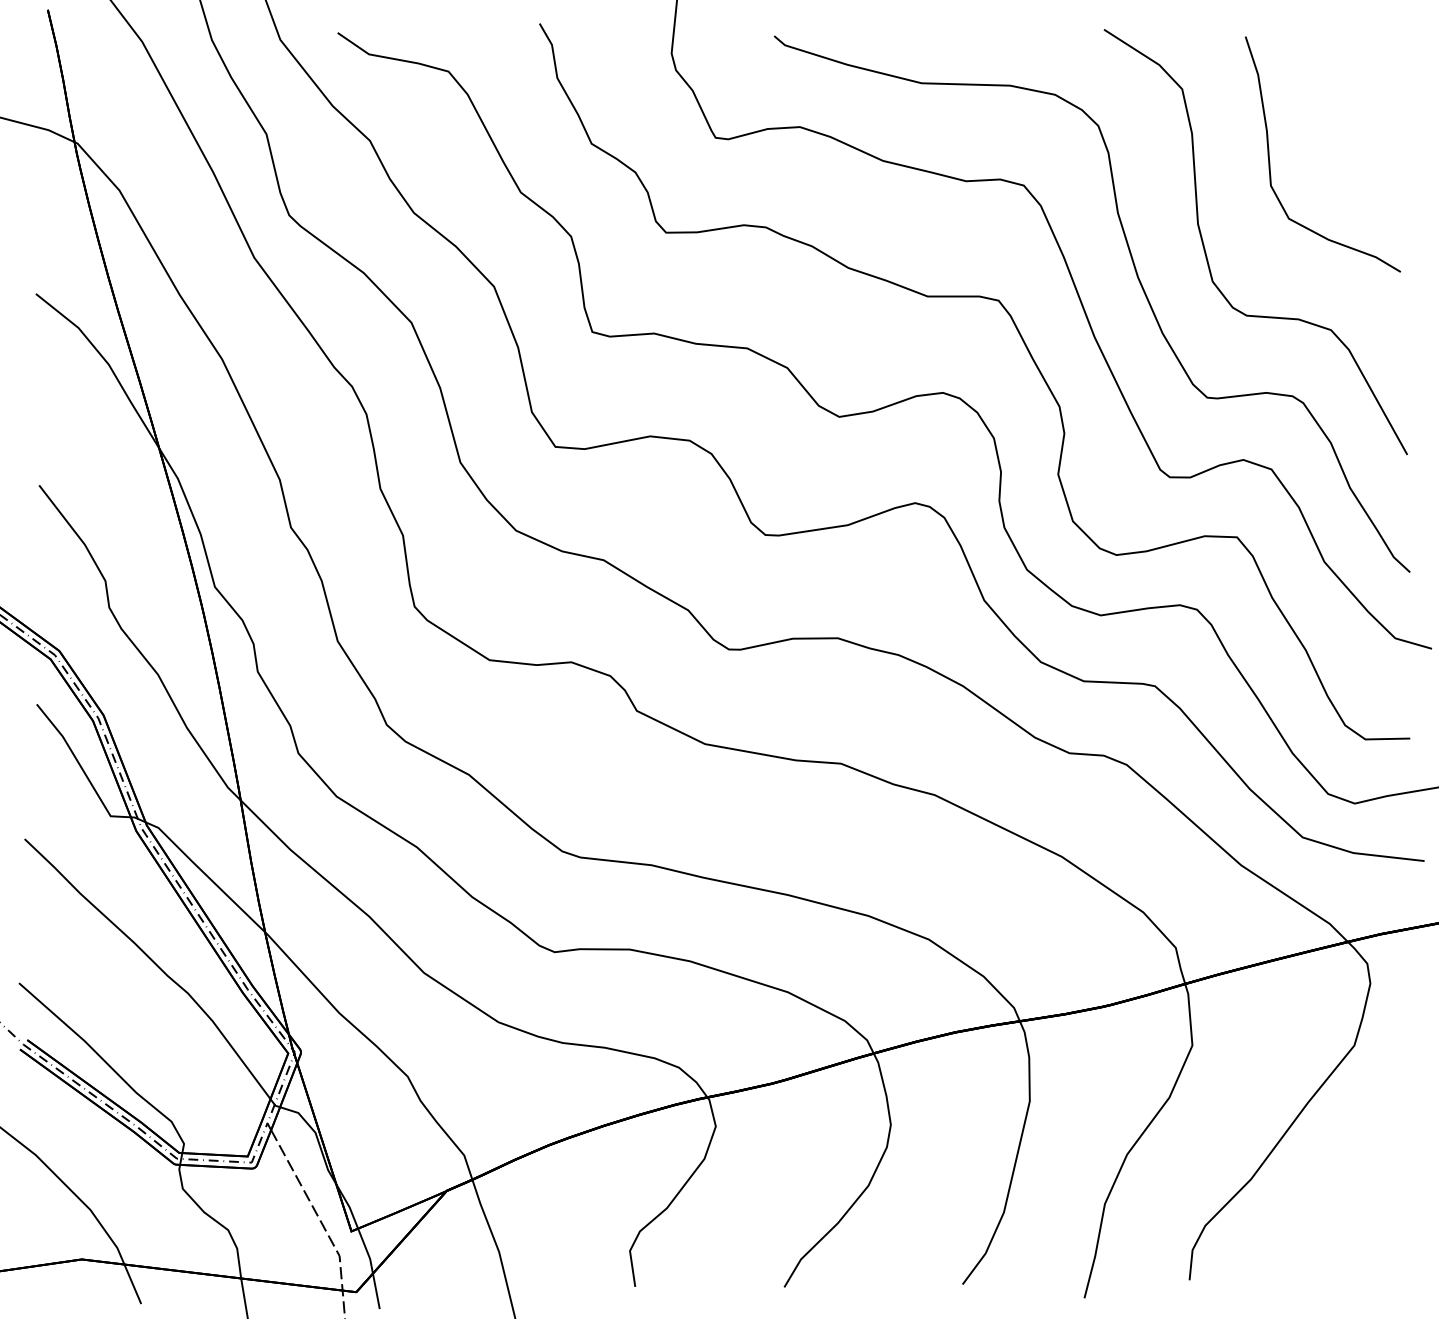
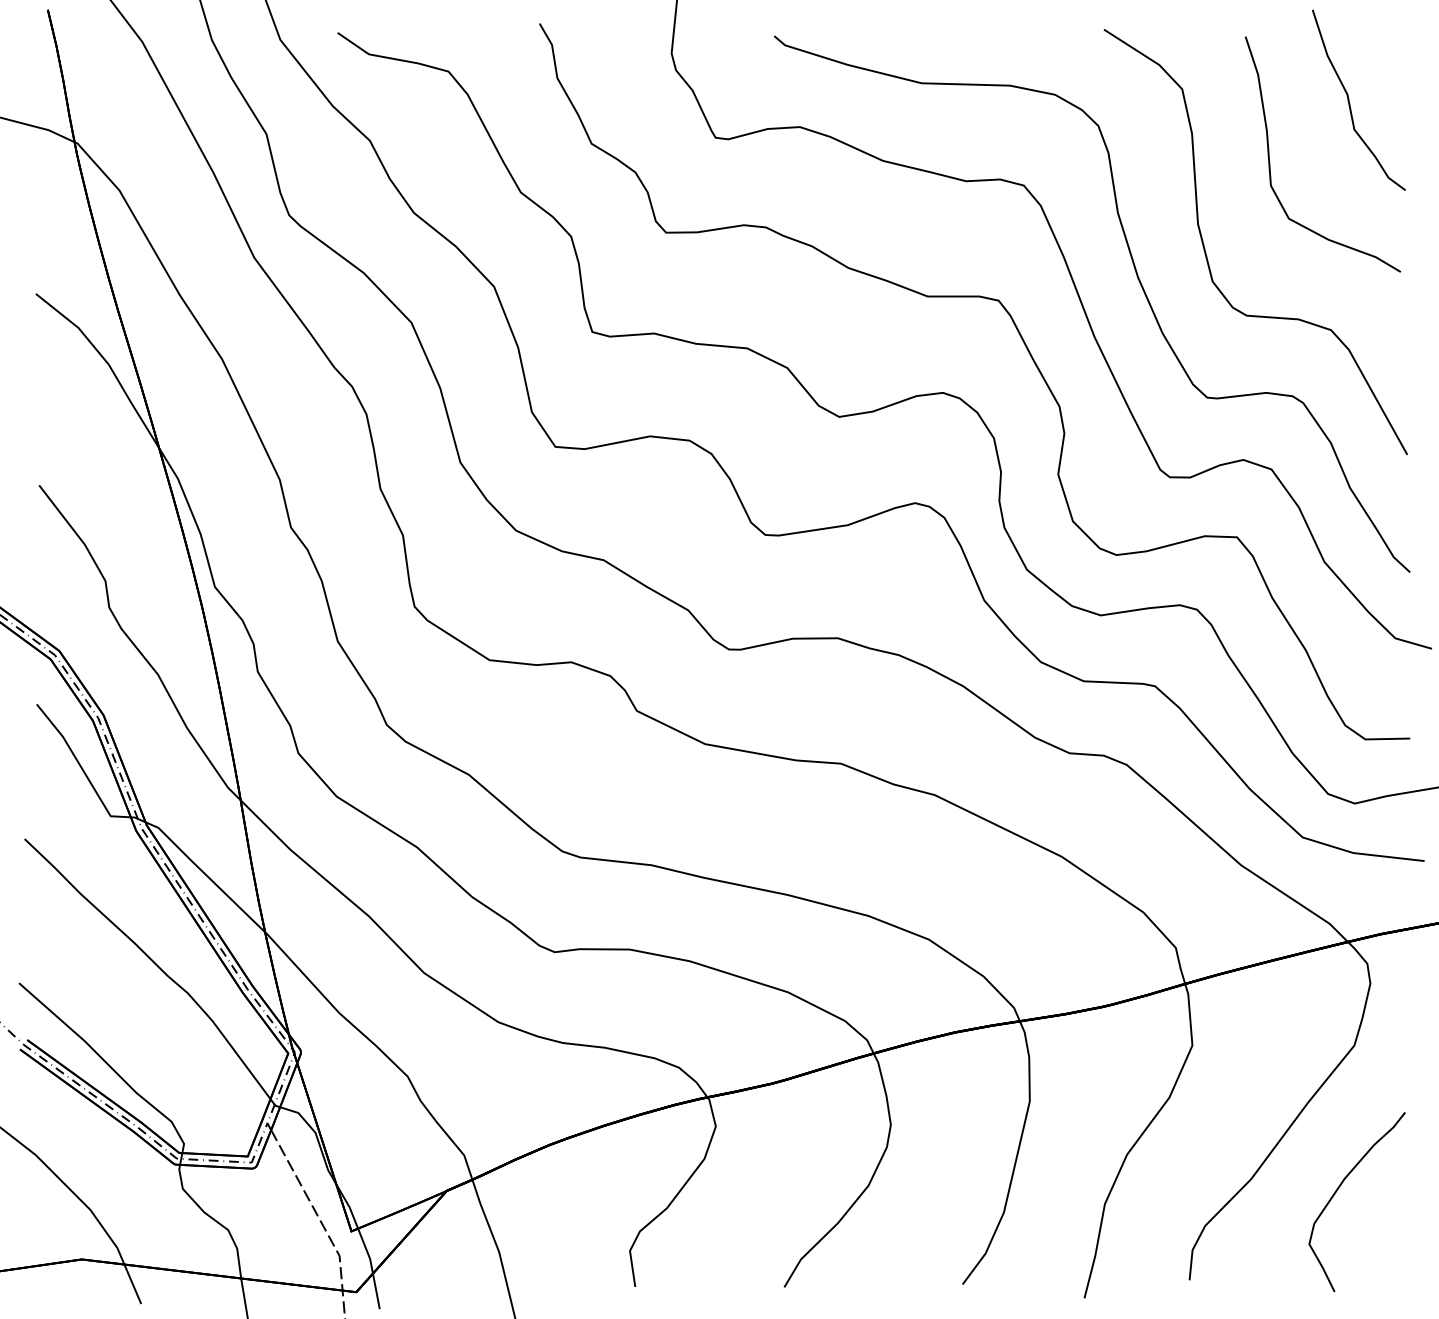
curve at (1350, 103): none -> present
curve at (1337, 1191): none -> present
